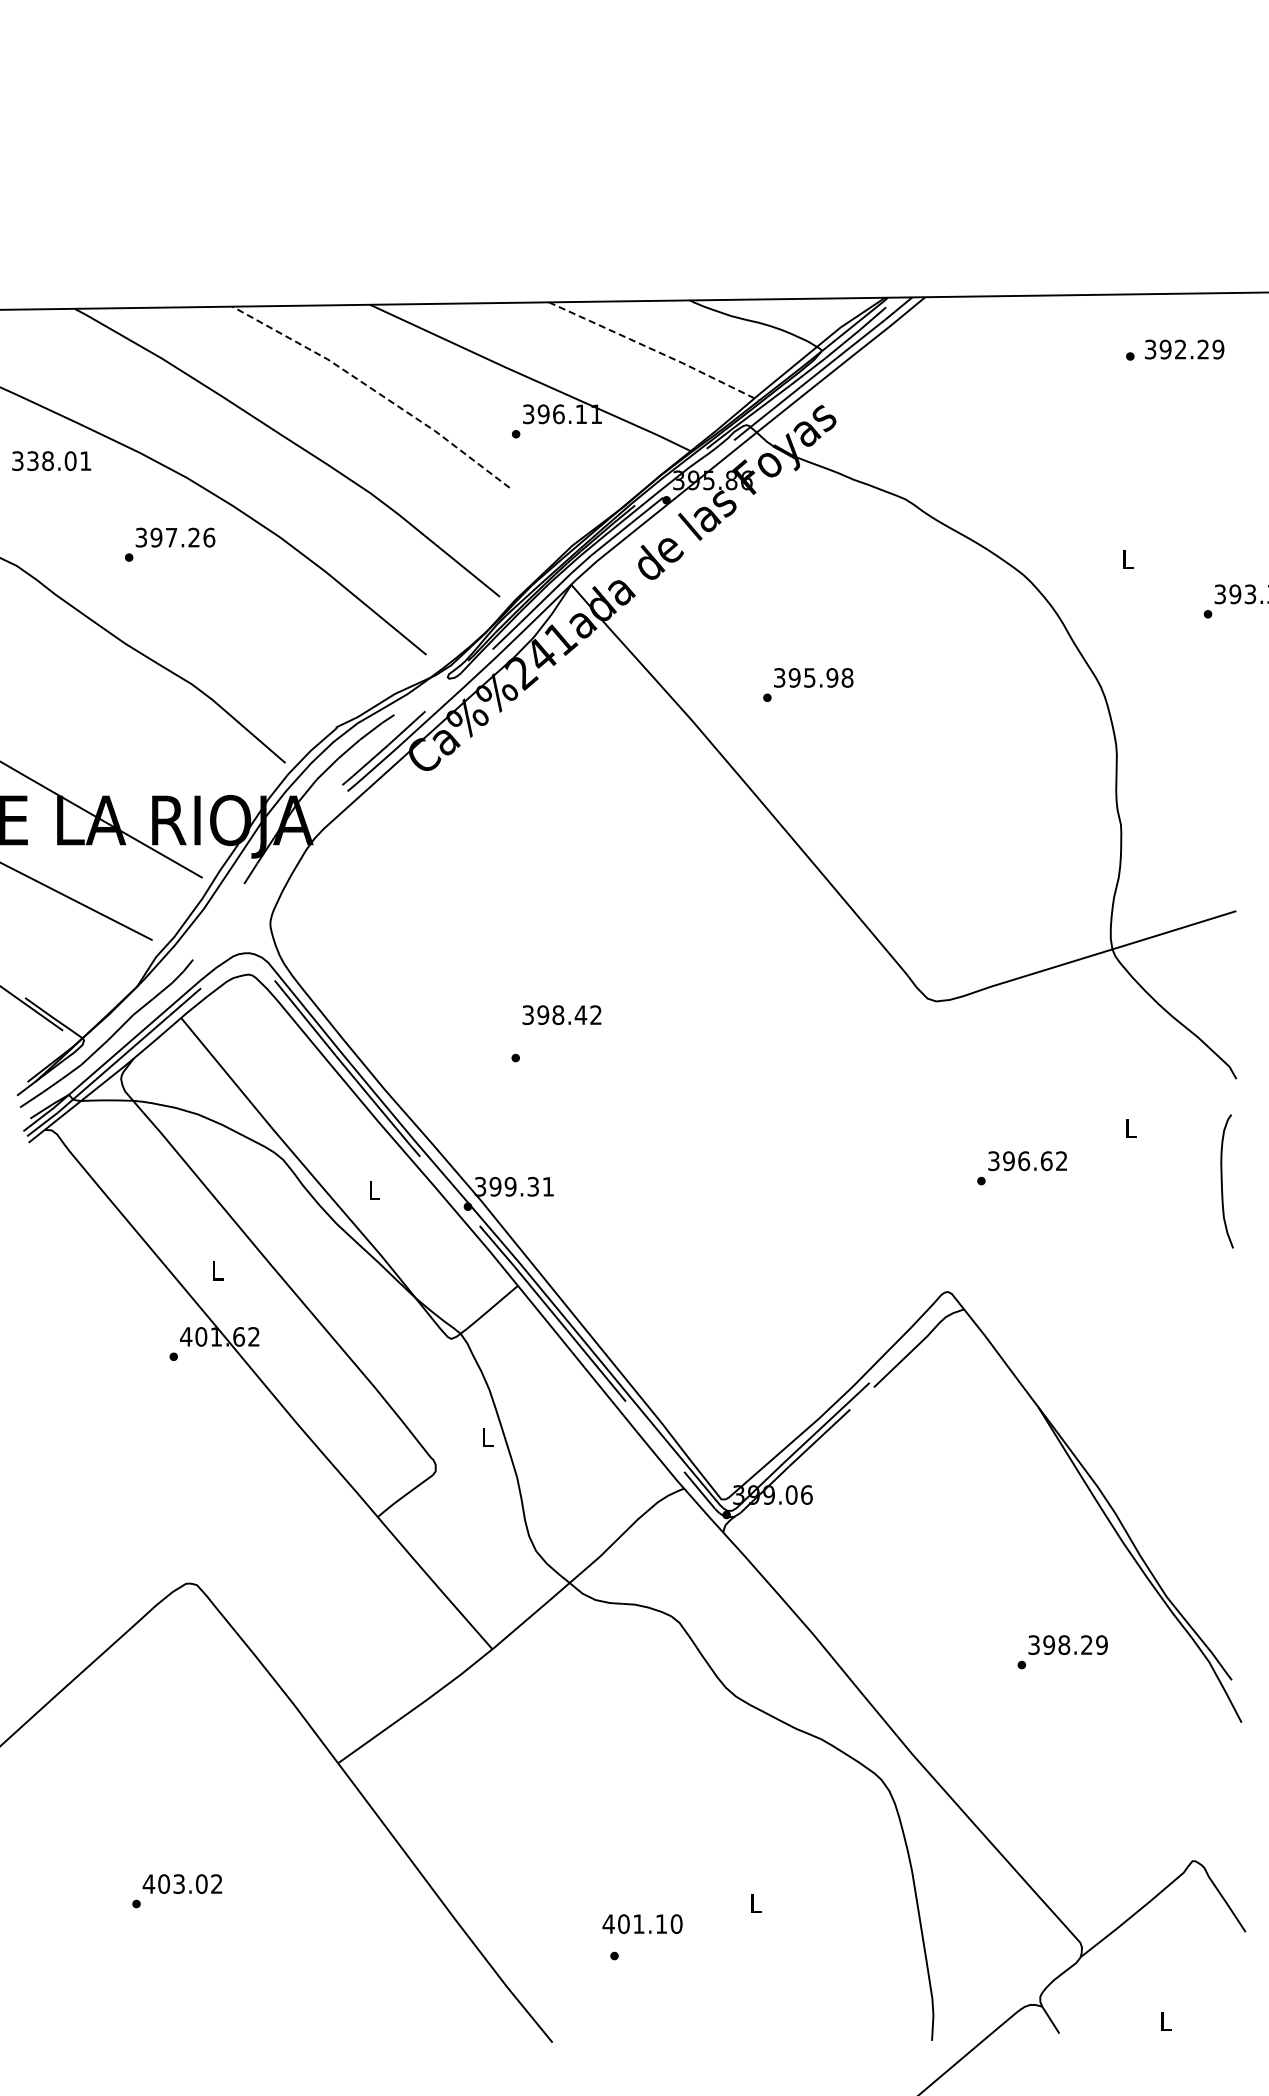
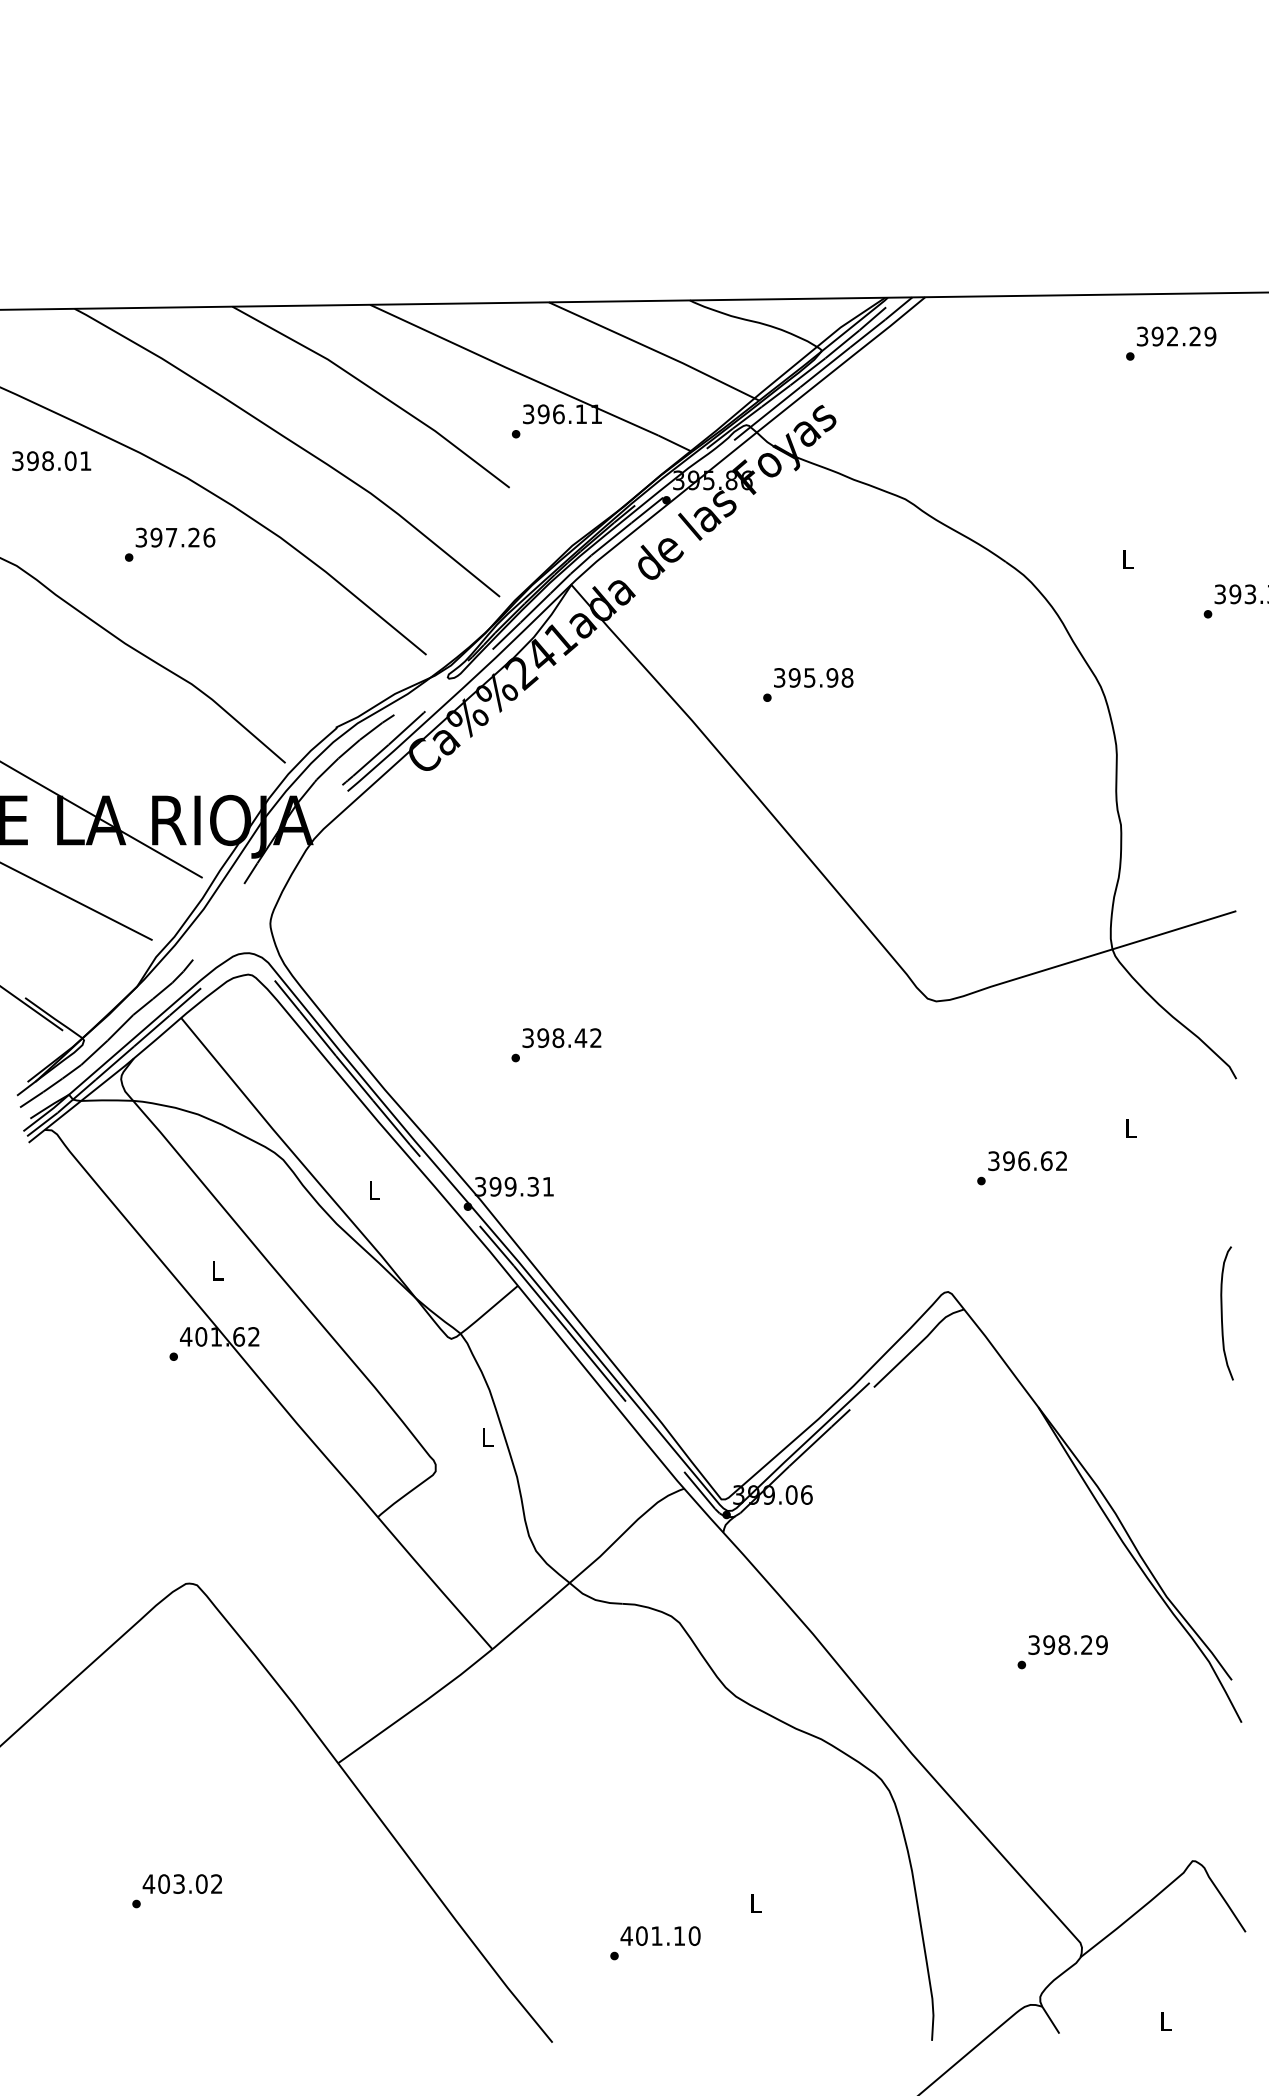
text at (1184, 349) position: (1184, 349) -> (1176, 336)
line at (654, 350): dashed -> solid
line at (374, 390): dashed -> solid
text at (32, 460): 338.01 -> 398.01
text at (561, 1015) position: (561, 1015) -> (561, 1038)
curve at (1222, 1181) position: (1222, 1181) -> (1222, 1313)
text at (642, 1923) position: (642, 1923) -> (660, 1935)
